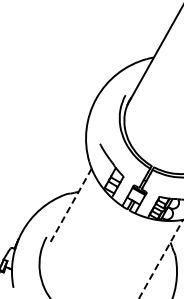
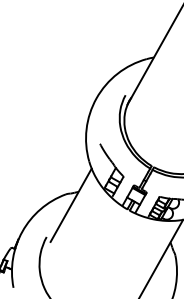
line at (70, 205): dashed -> solid
line at (161, 258): dashed -> solid
